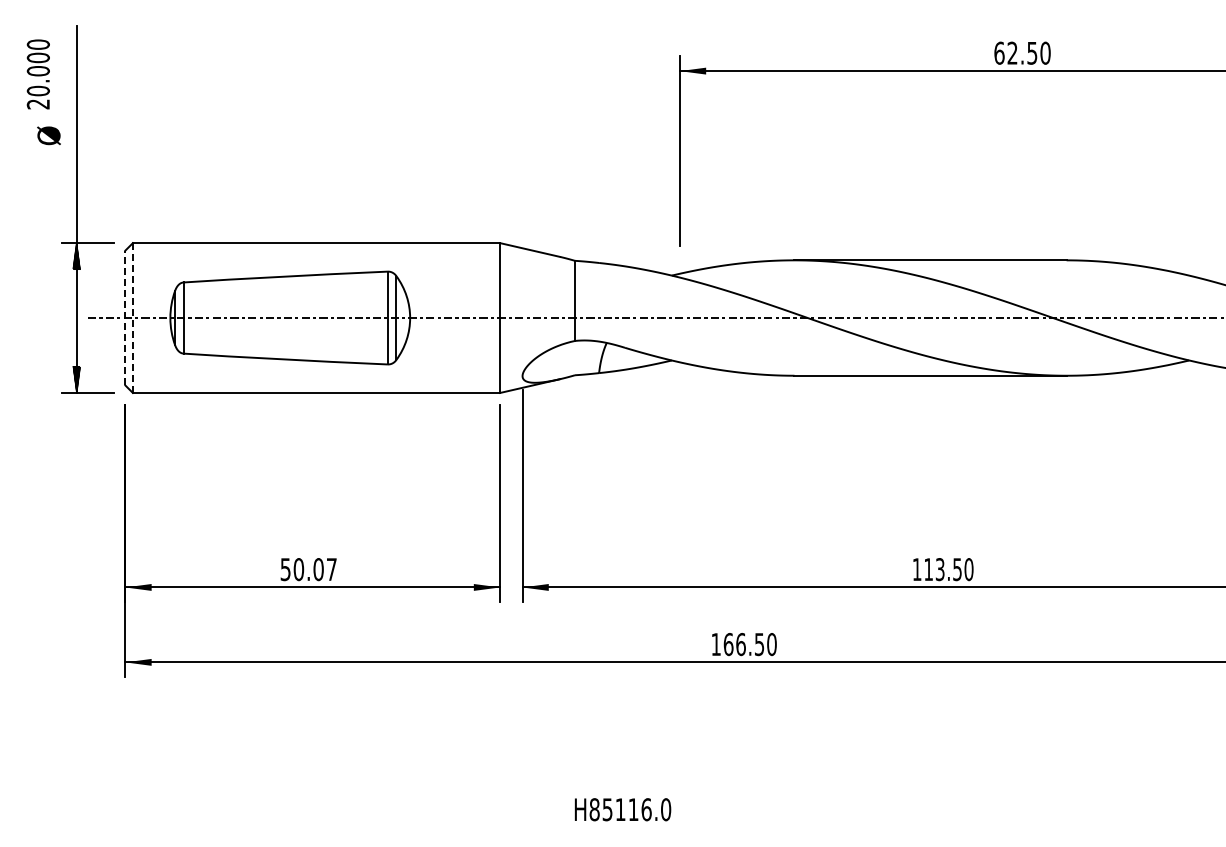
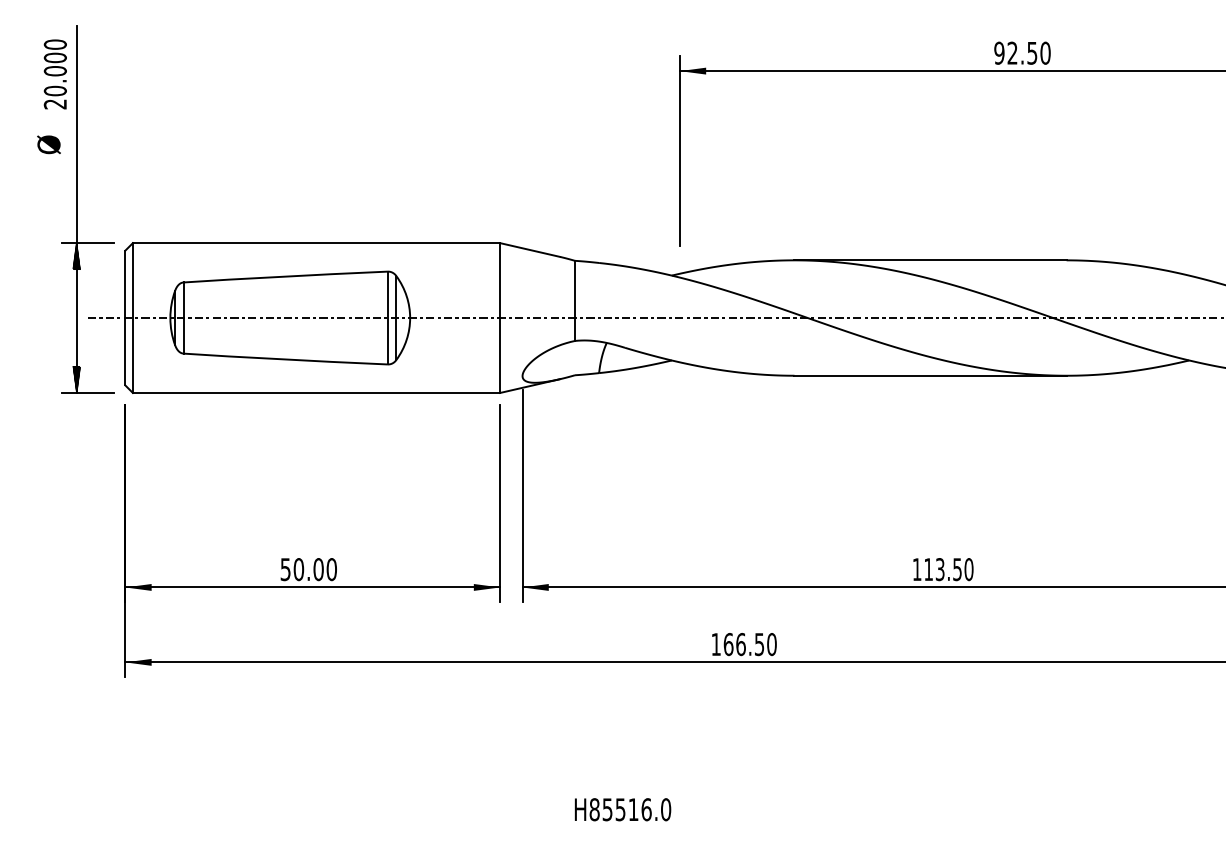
text at (999, 52): 62.50 -> 92.50
text at (37, 74) position: (37, 74) -> (54, 74)
text at (48, 135) position: (48, 135) -> (48, 144)
line at (125, 317): dashed -> solid
line at (132, 318): dashed -> solid
text at (331, 569): 50.07 -> 50.00
text at (620, 809): H85116.0 -> H85516.0
